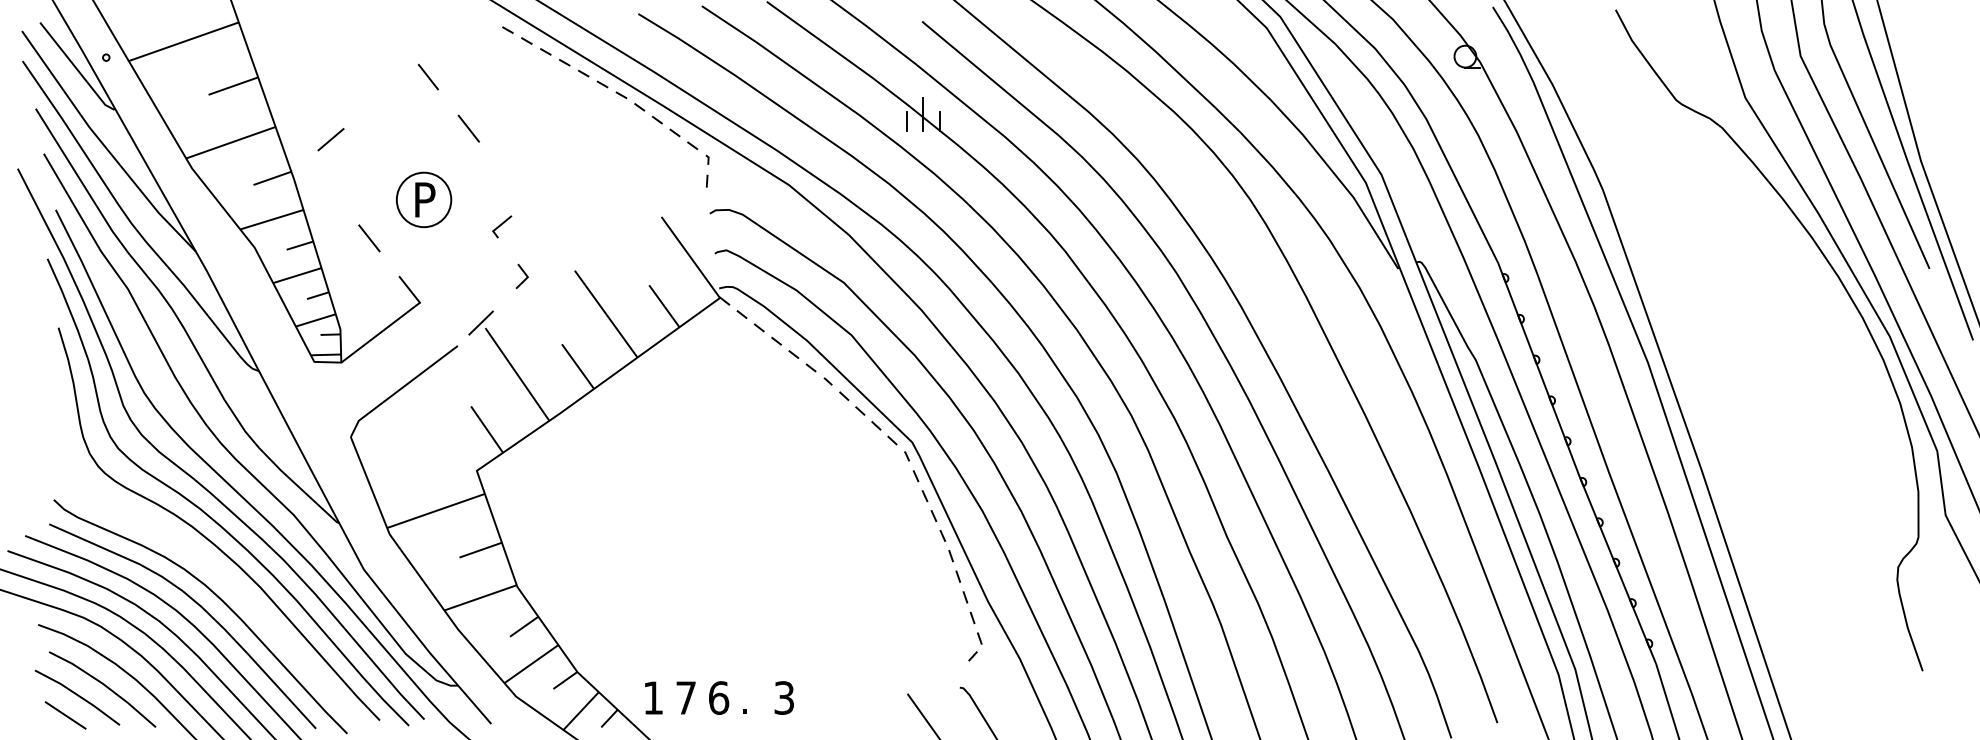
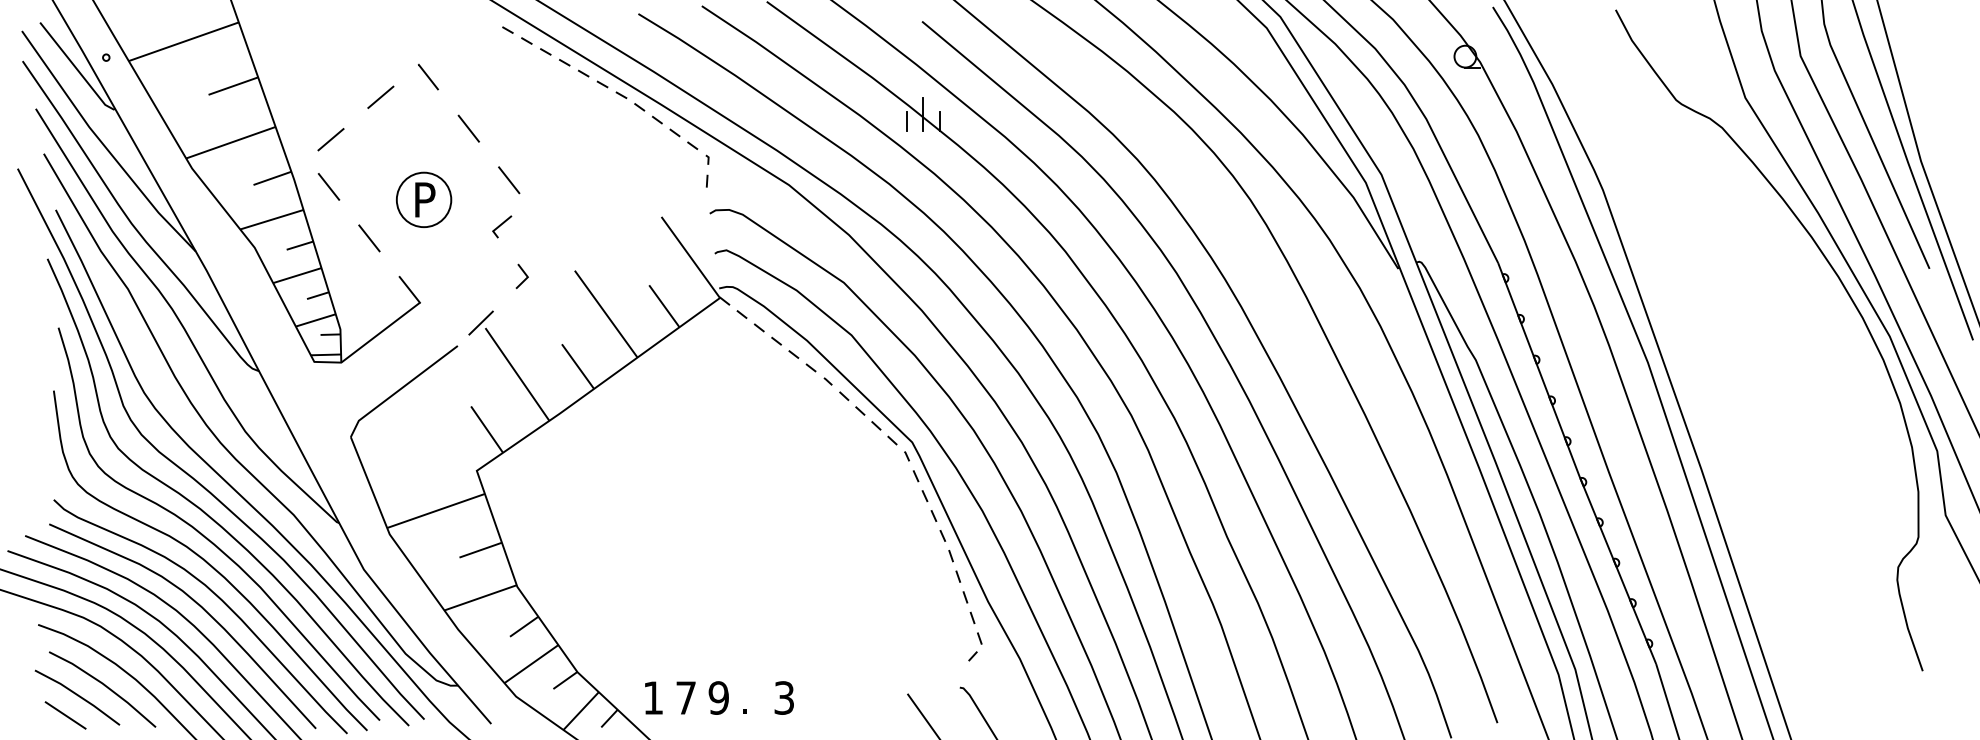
line at (380, 96): none -> present
line at (509, 180): none -> present
line at (328, 186): none -> present
curve at (208, 562): none -> present
text at (718, 697): 6 -> 9
